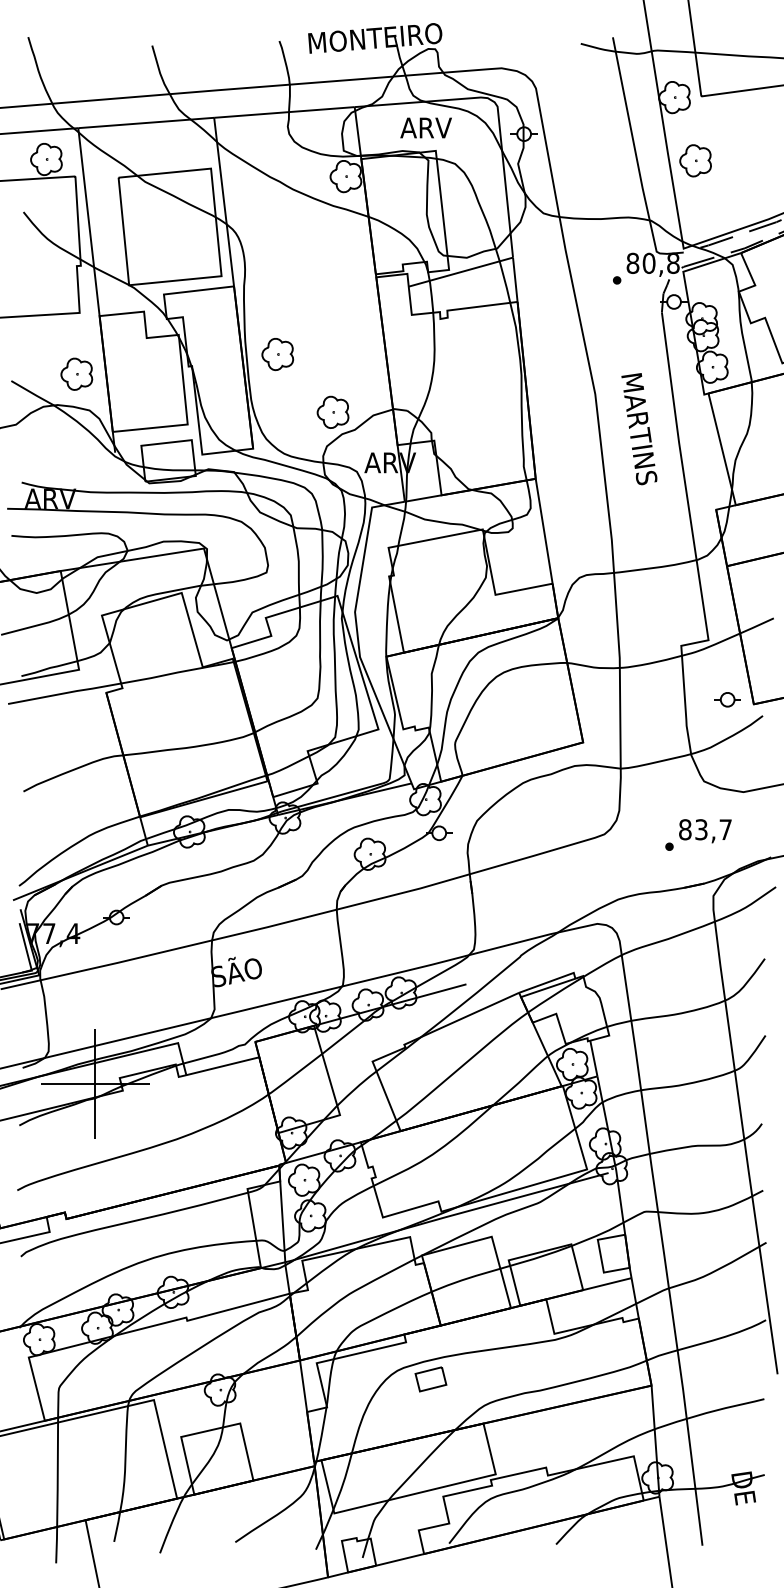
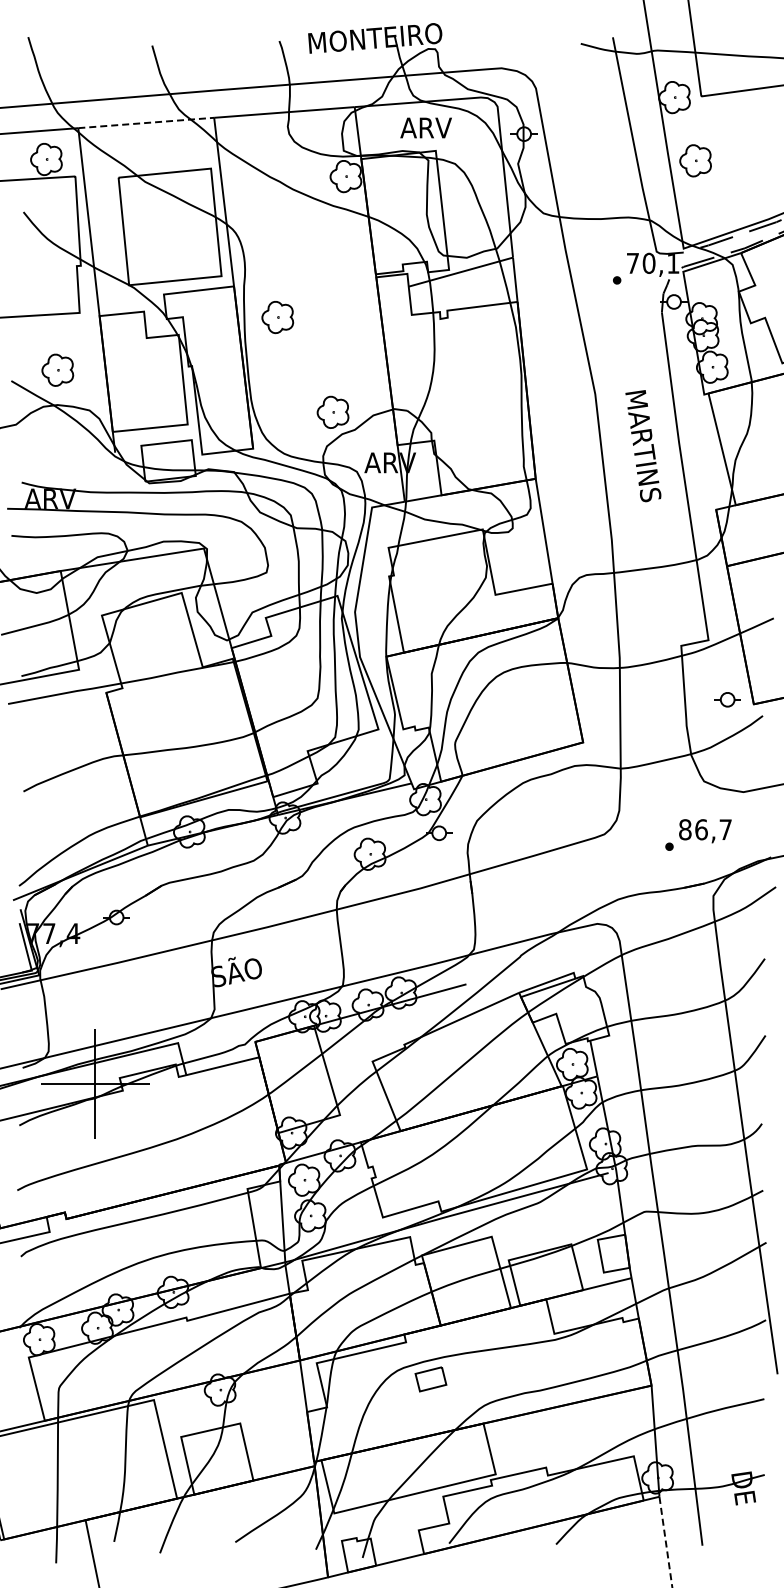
line at (146, 122): solid -> dashed
text at (652, 263): 80,8 -> 70,1
part at (277, 354) position: (277, 354) -> (277, 317)
part at (76, 373) position: (76, 373) -> (57, 369)
text at (639, 429) position: (639, 429) -> (643, 446)
text at (701, 829): 83,7 -> 86,7
line at (665, 1541): solid -> dashed
